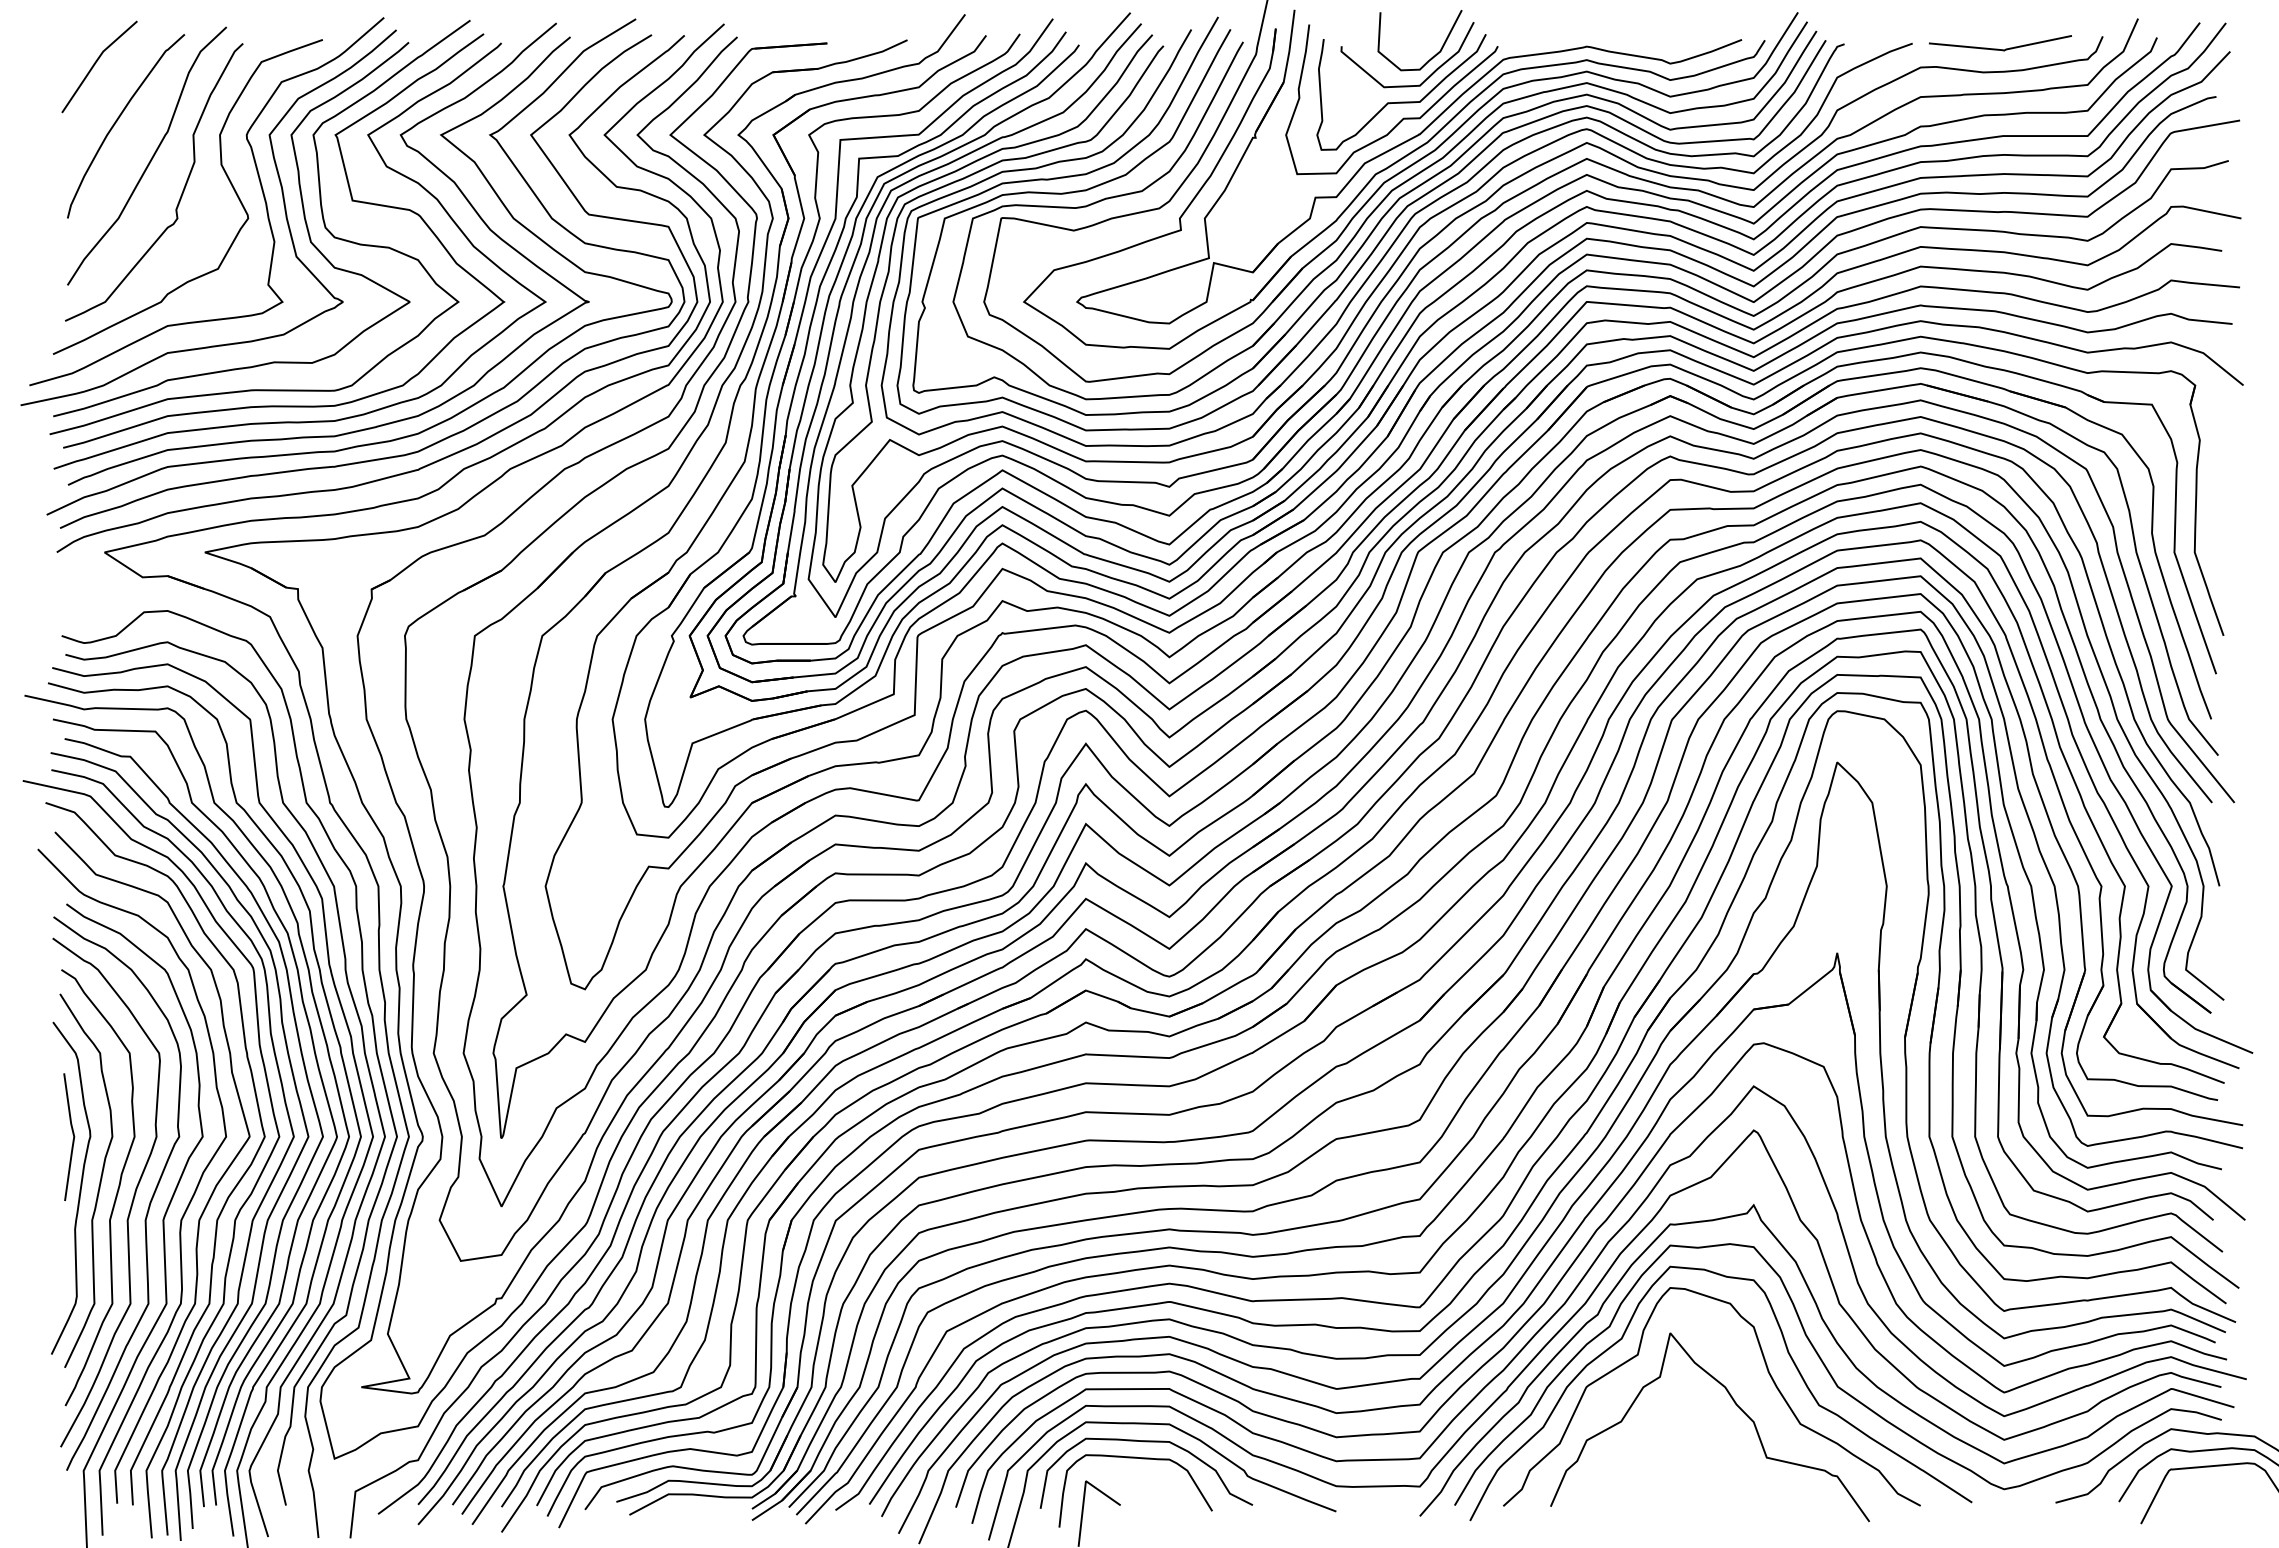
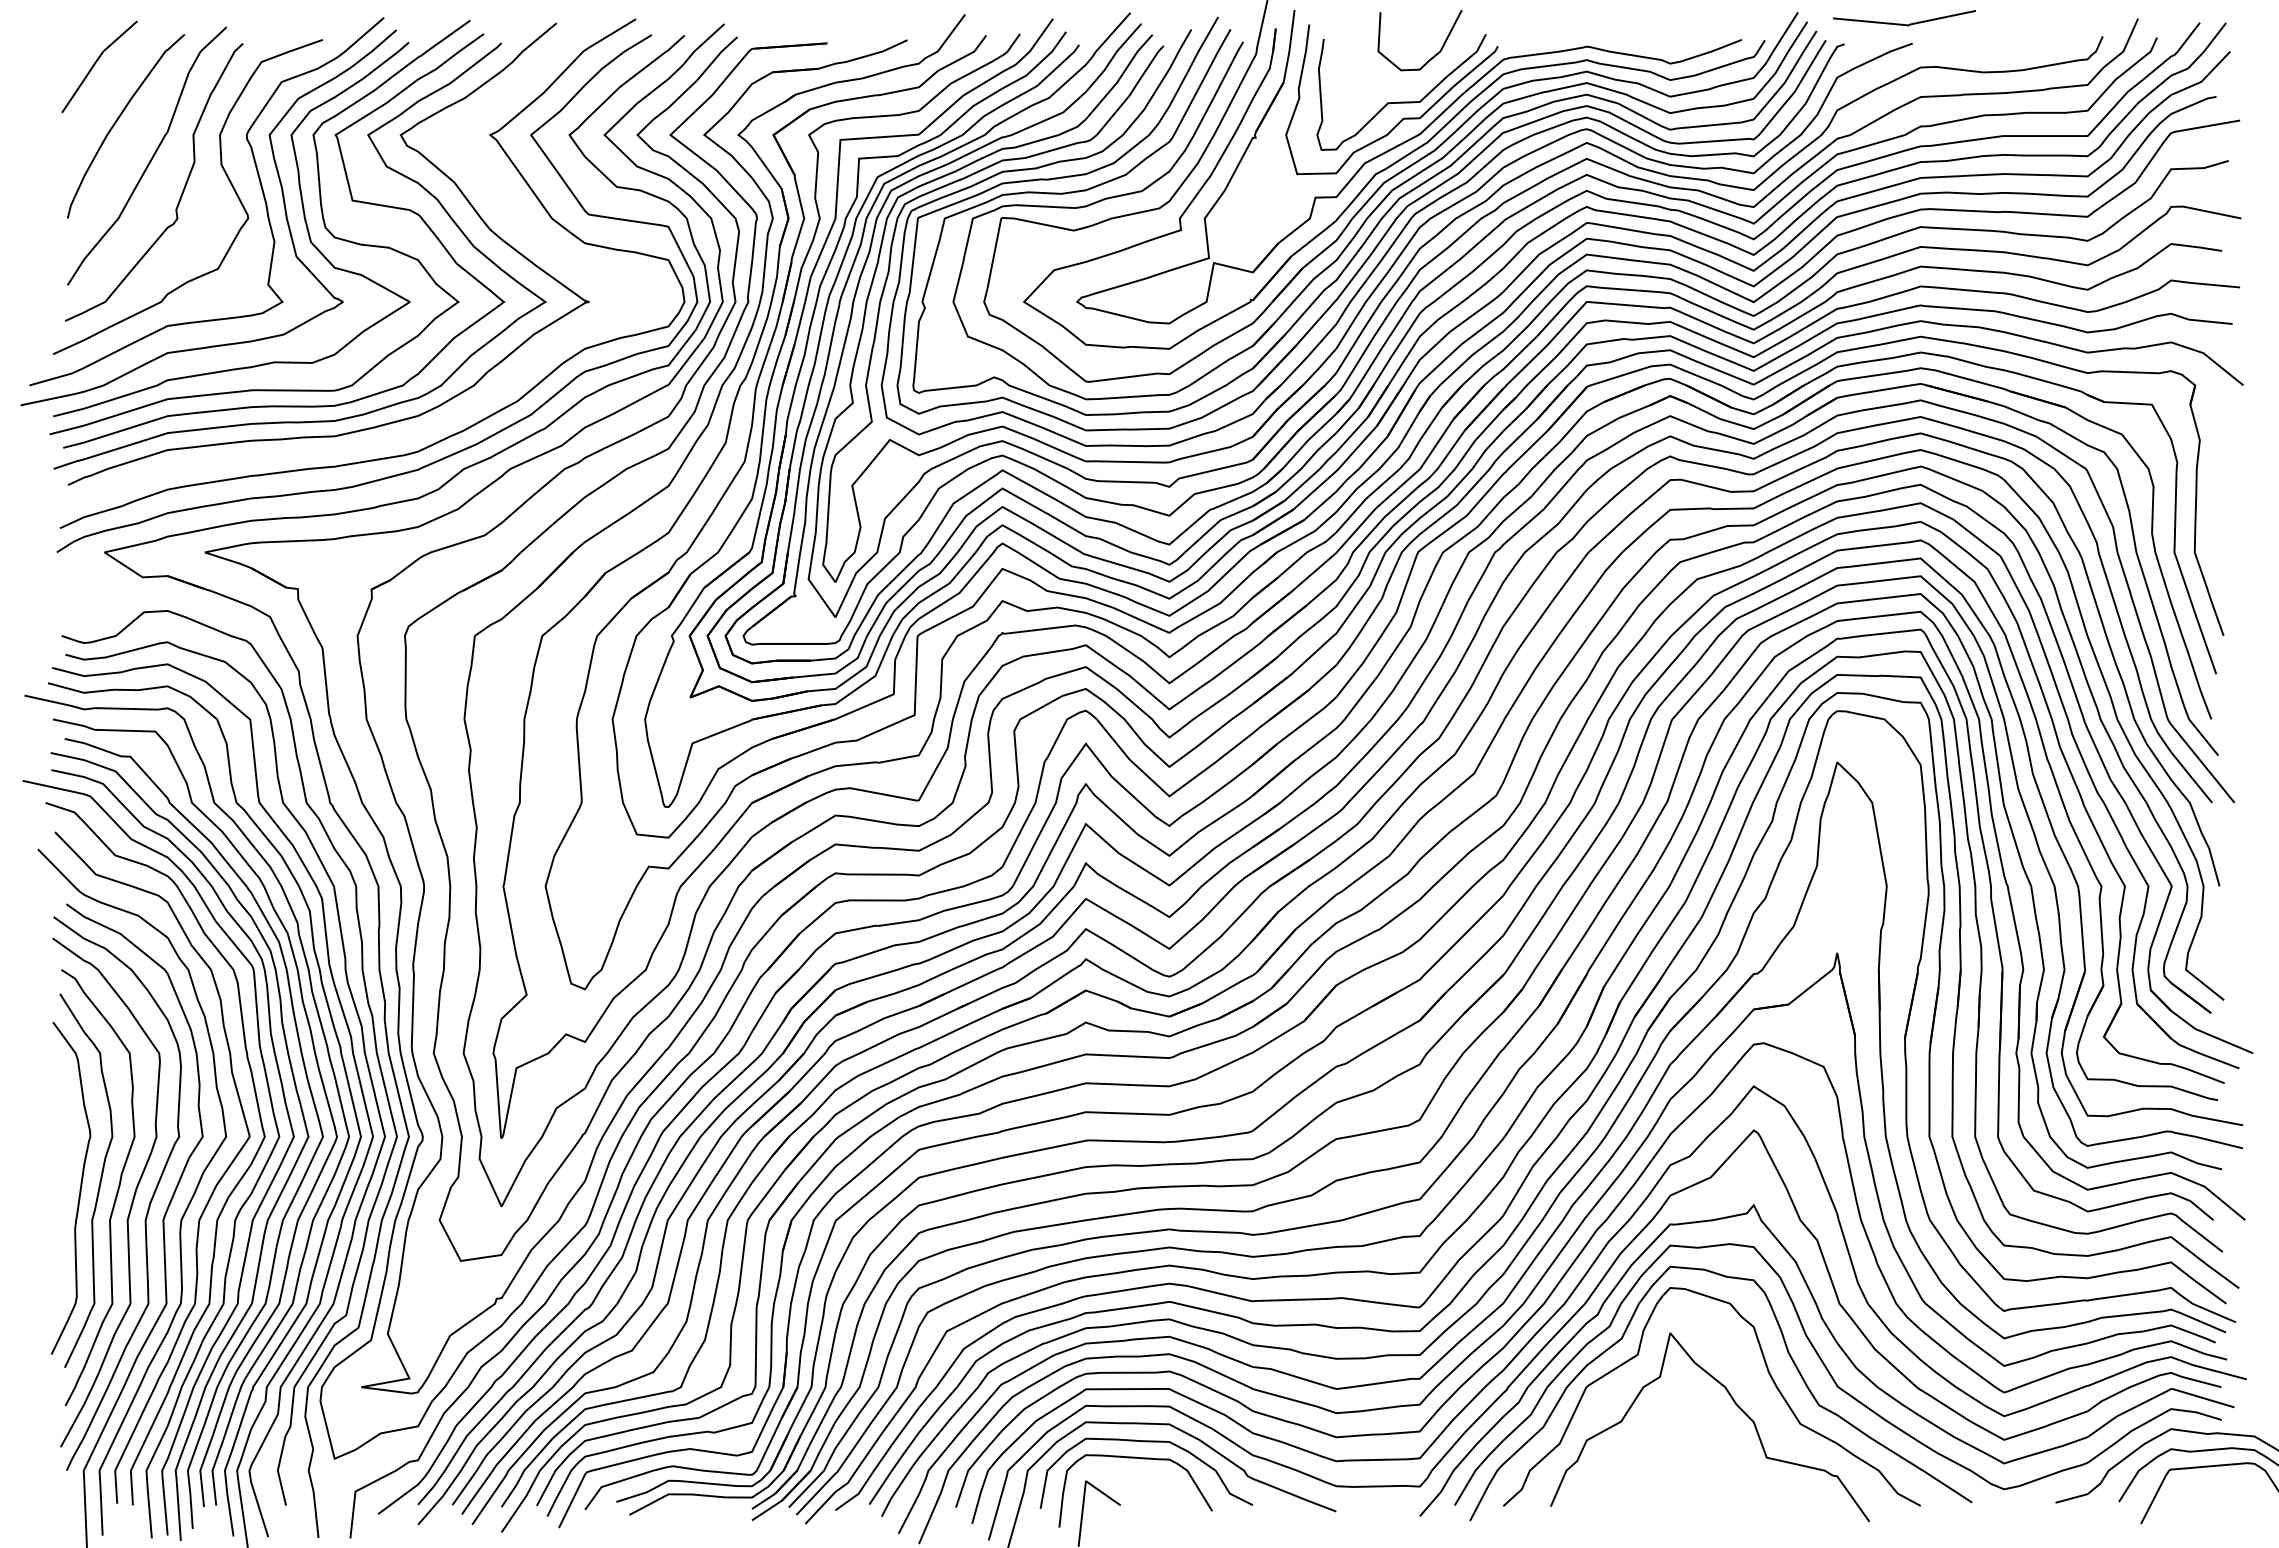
line at (1998, 48) position: (1998, 48) -> (1902, 23)
curve at (1428, 76): present -> none
curve at (490, 187): present -> none
line at (72, 1139): present -> none
